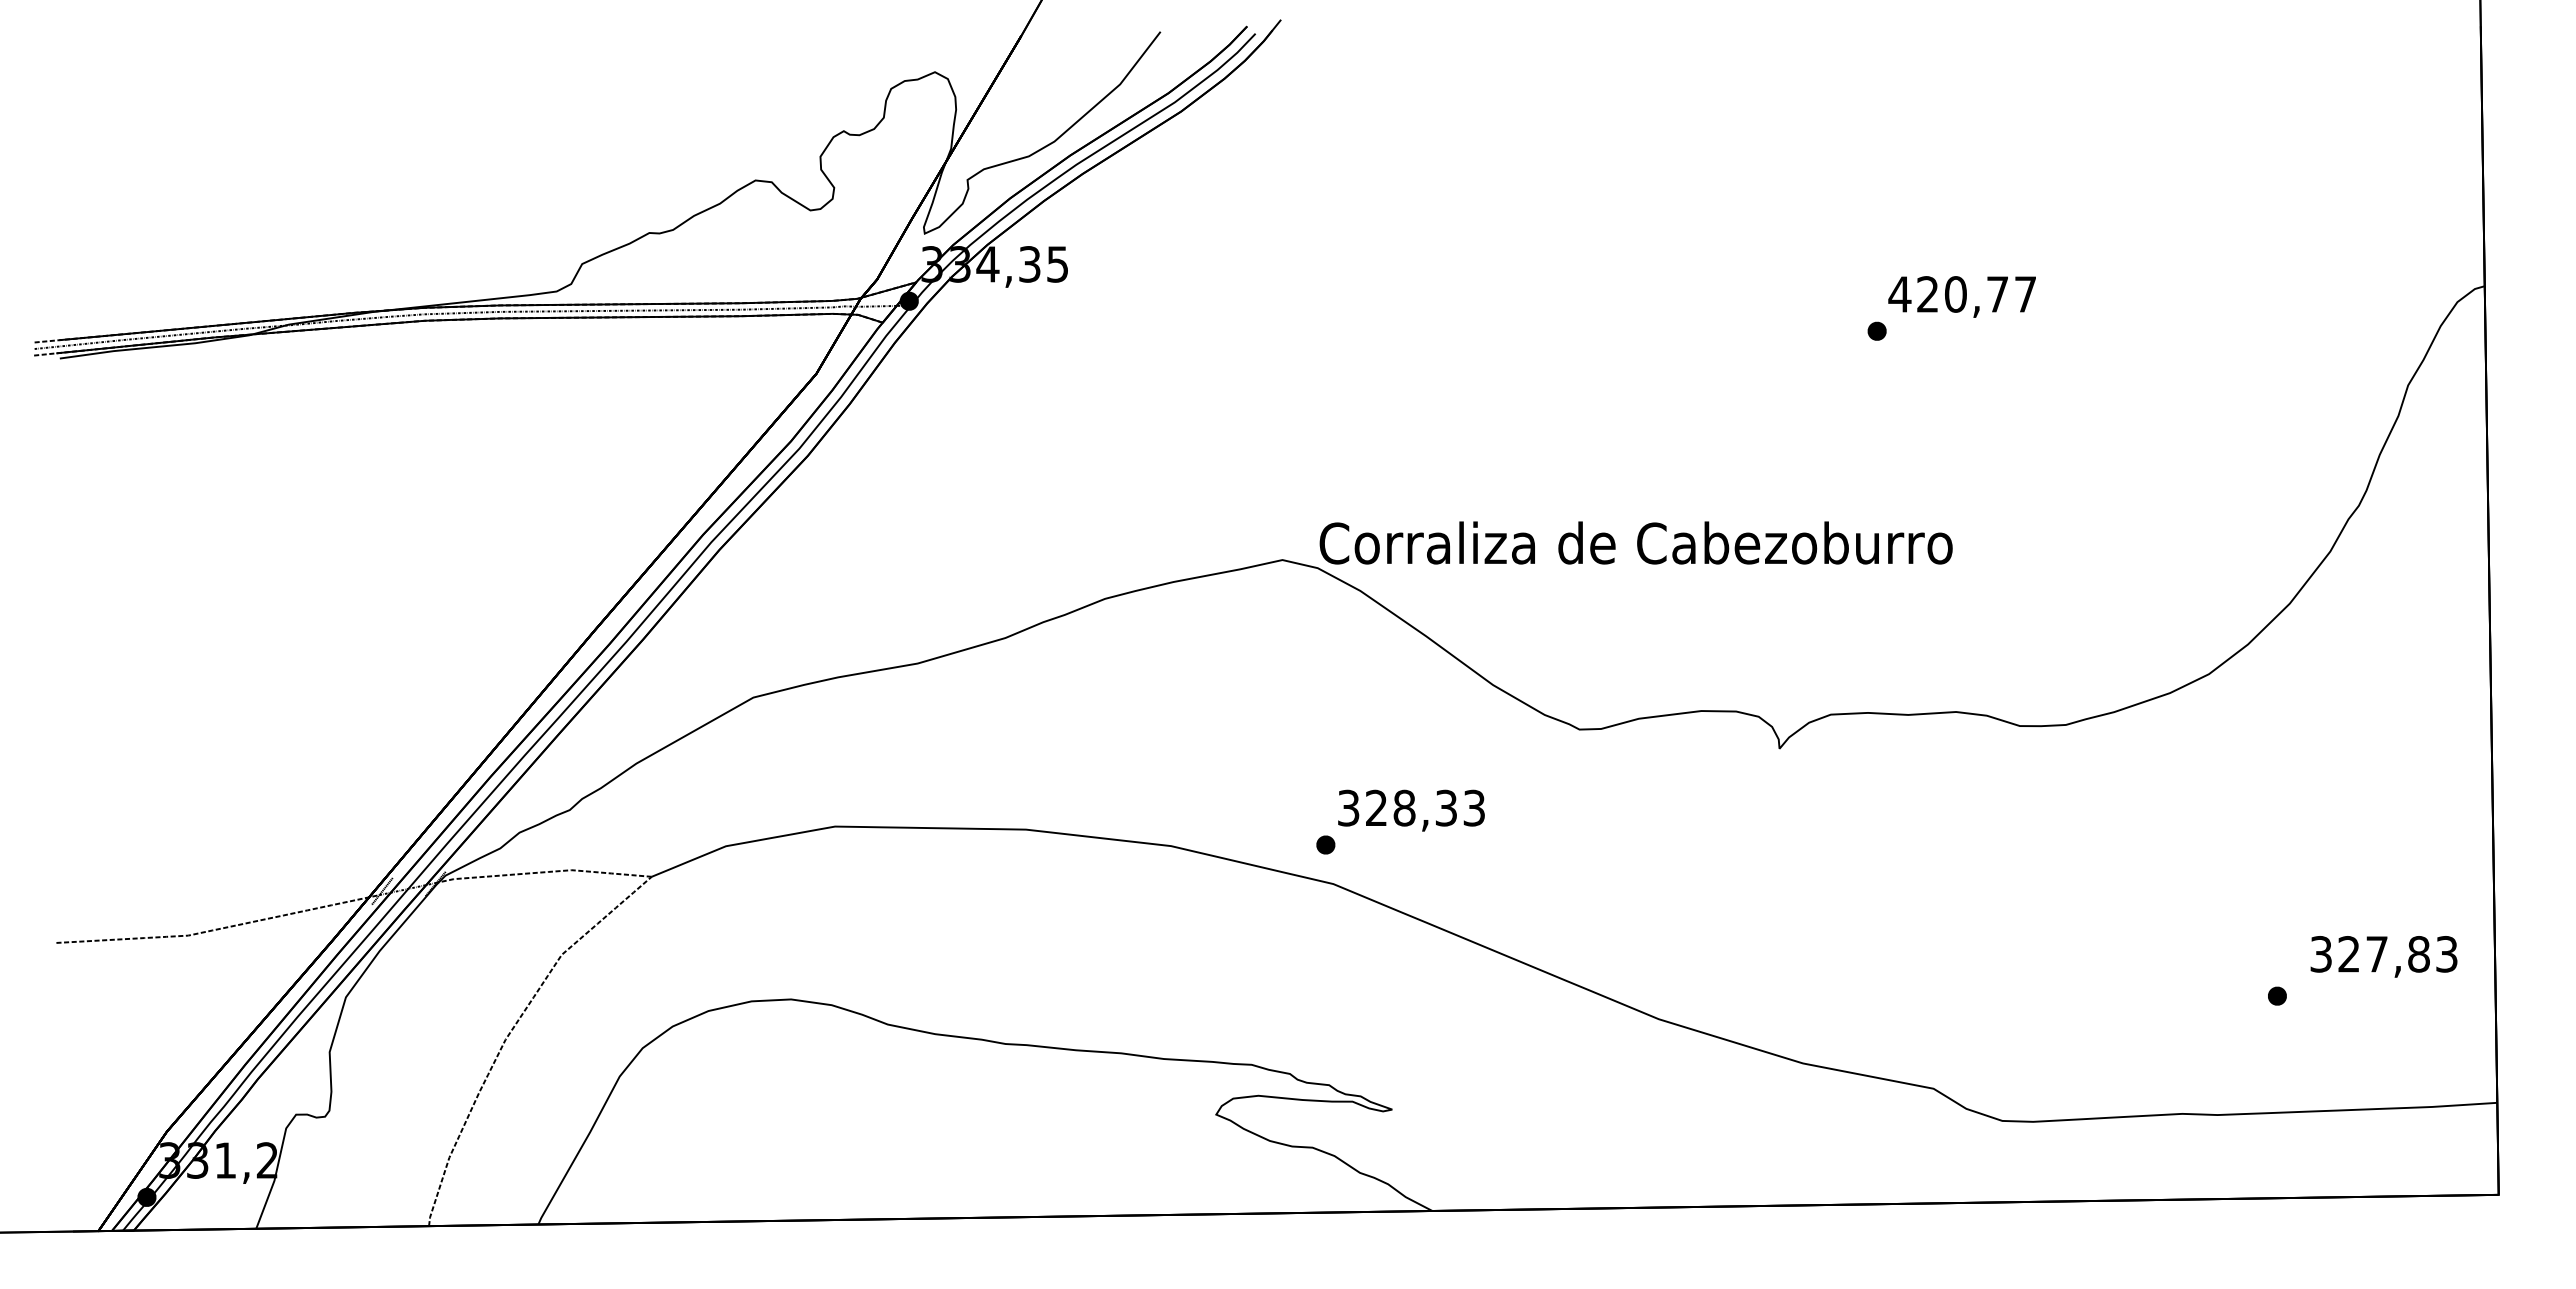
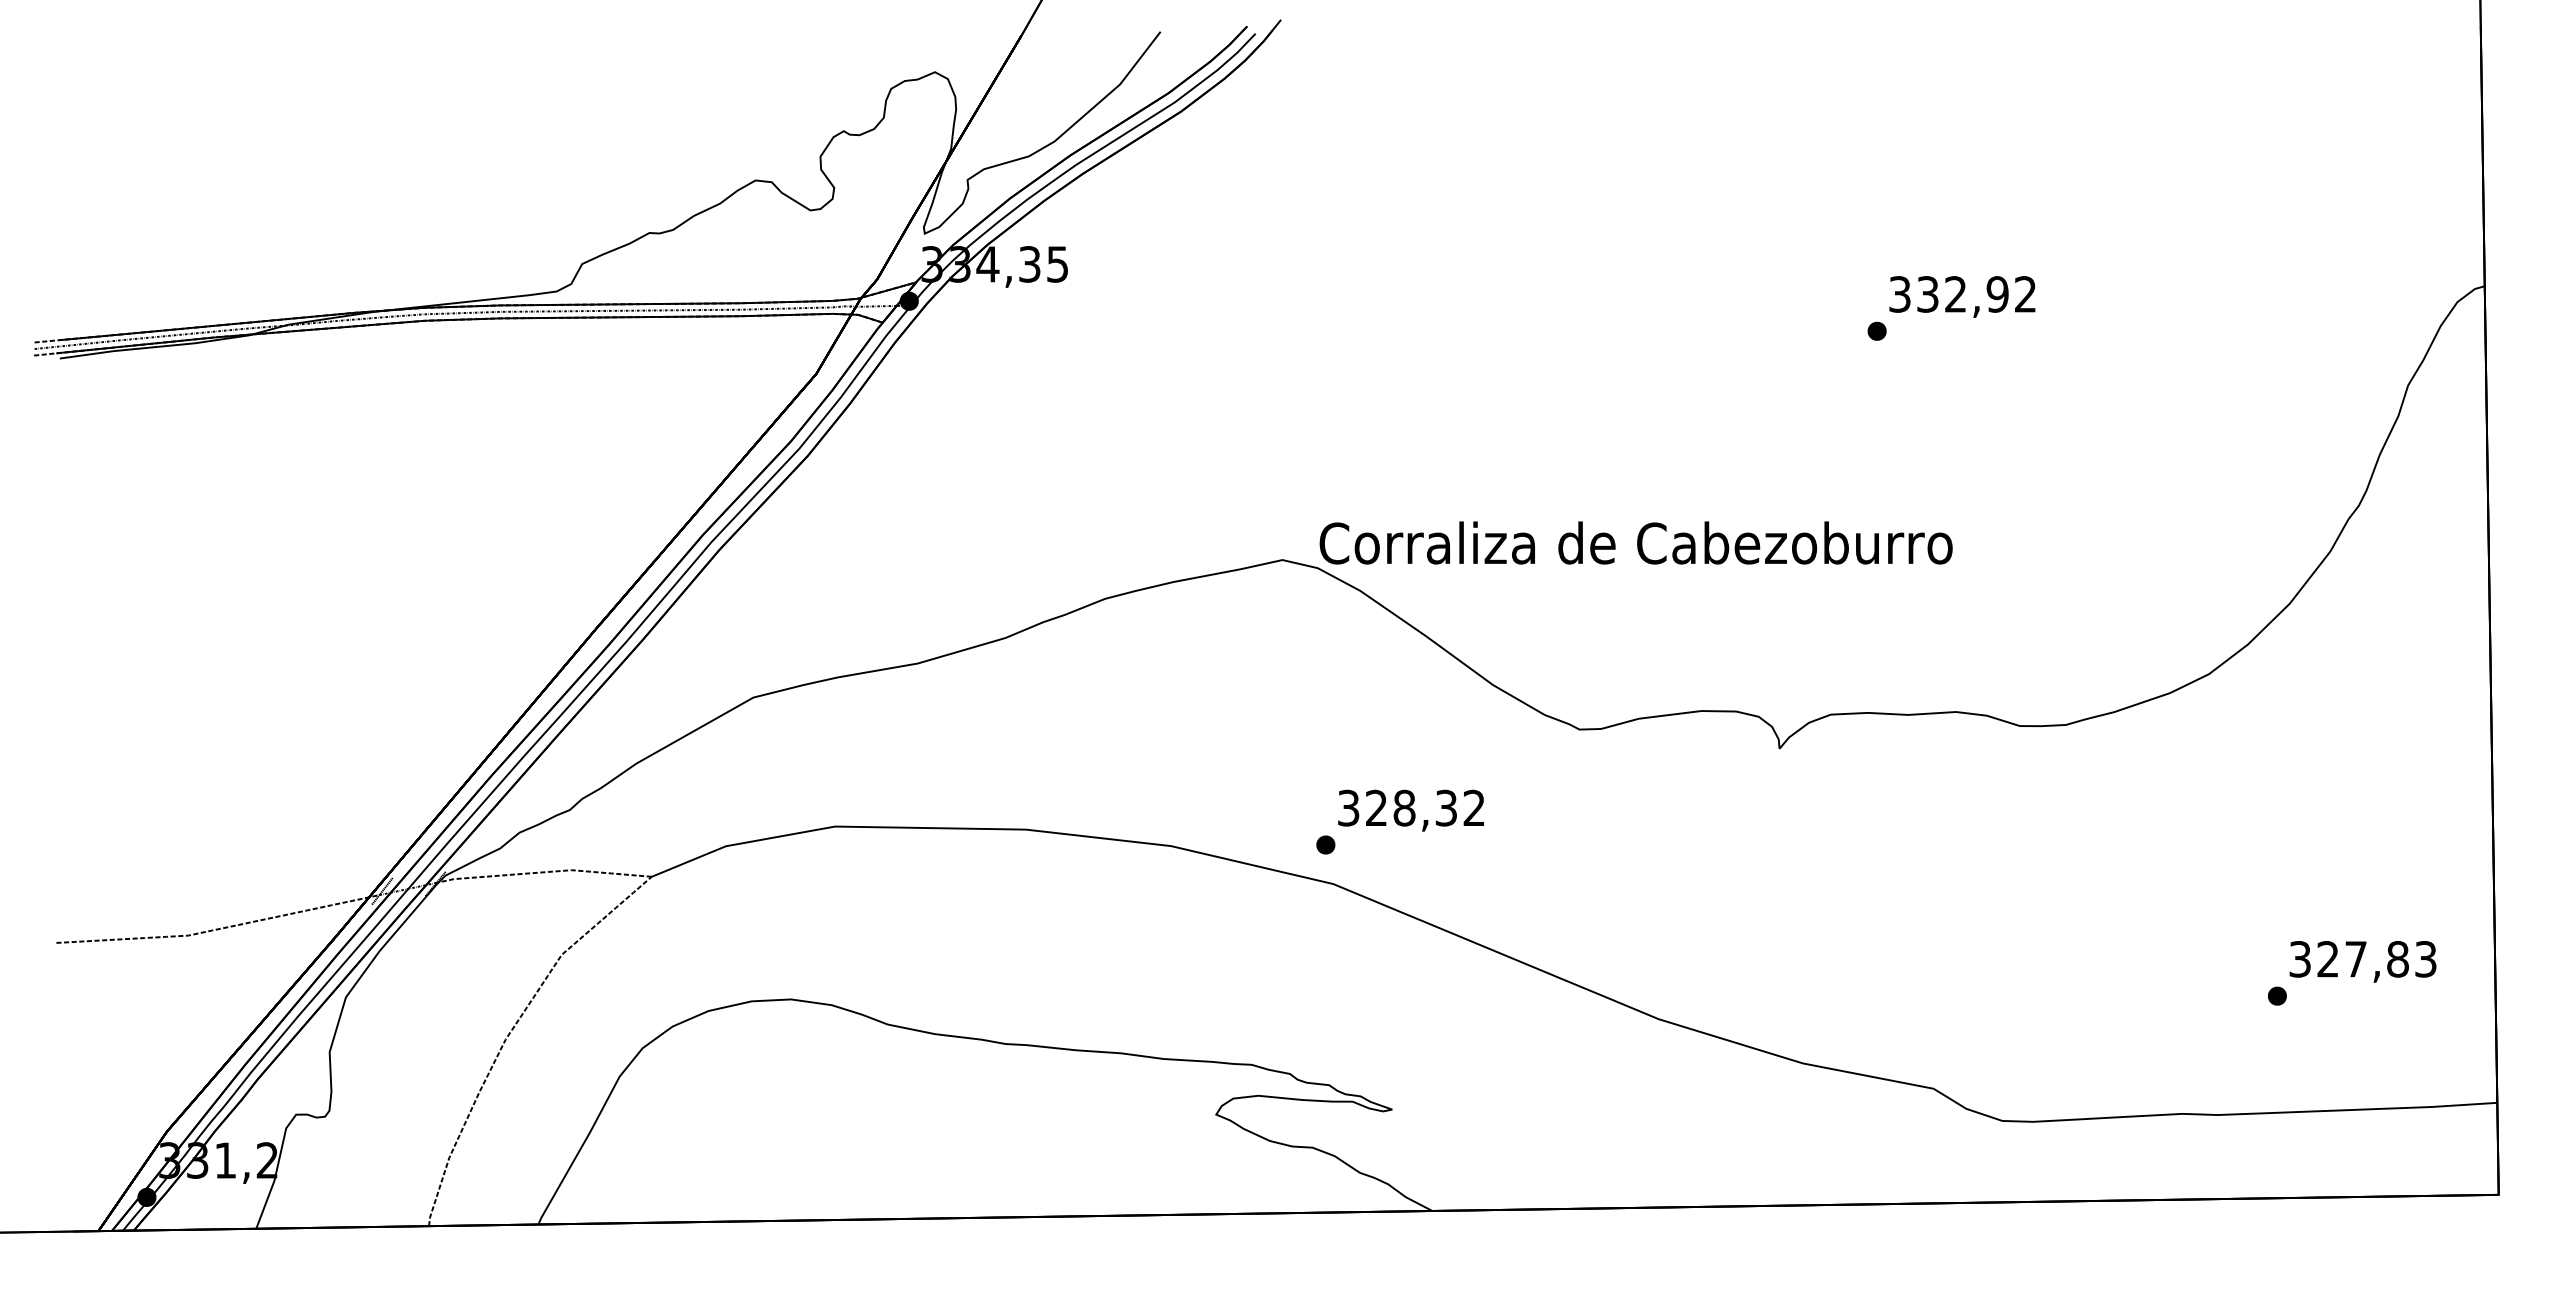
text at (1961, 294): 420,77 -> 332,92
text at (1473, 808): 328,33 -> 328,32
text at (2383, 956) position: (2383, 956) -> (2362, 961)
